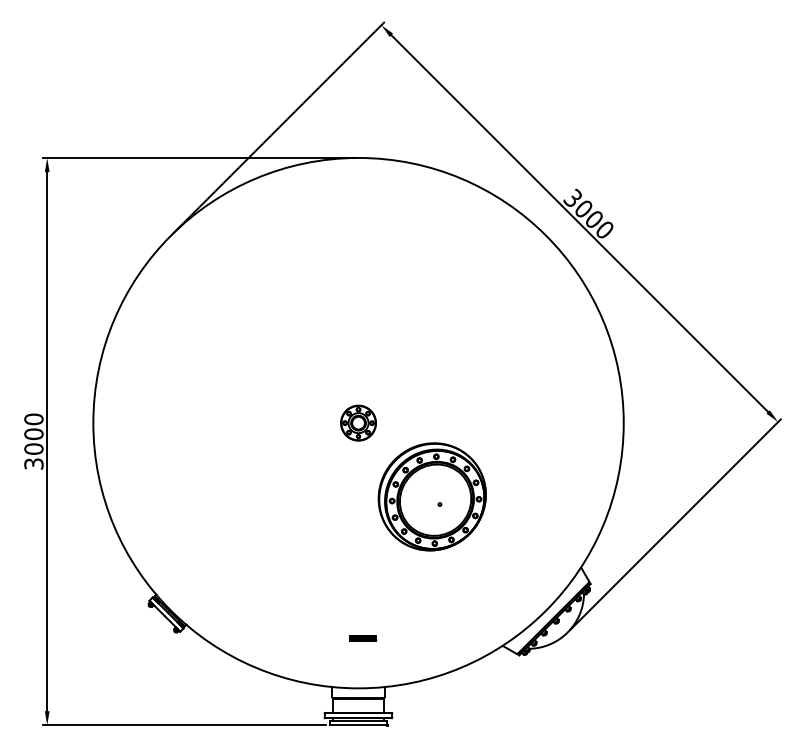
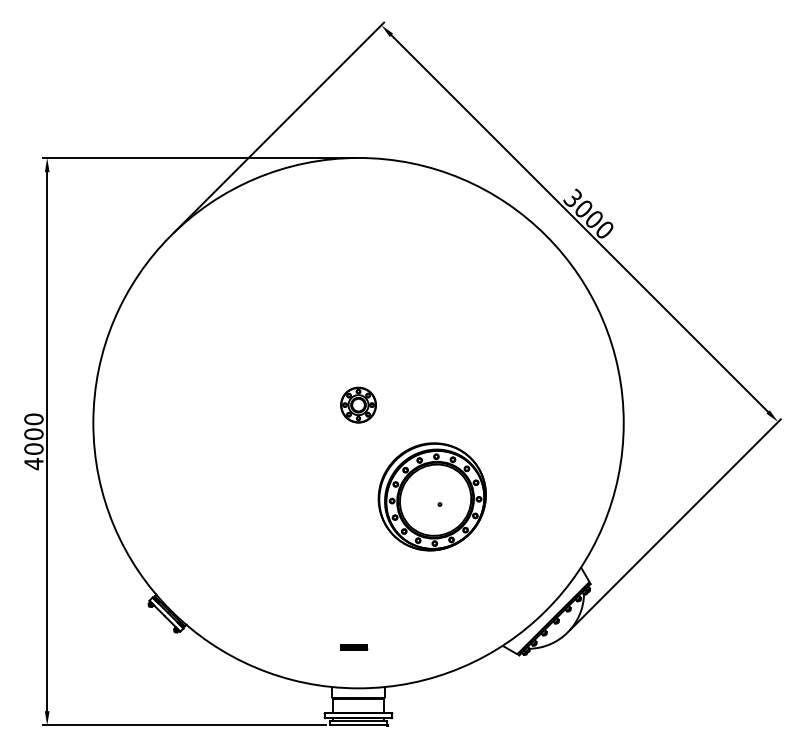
part at (358, 422) position: (358, 422) -> (358, 404)
text at (33, 463): 3000 -> 4000
part at (363, 638) position: (363, 638) -> (354, 647)
